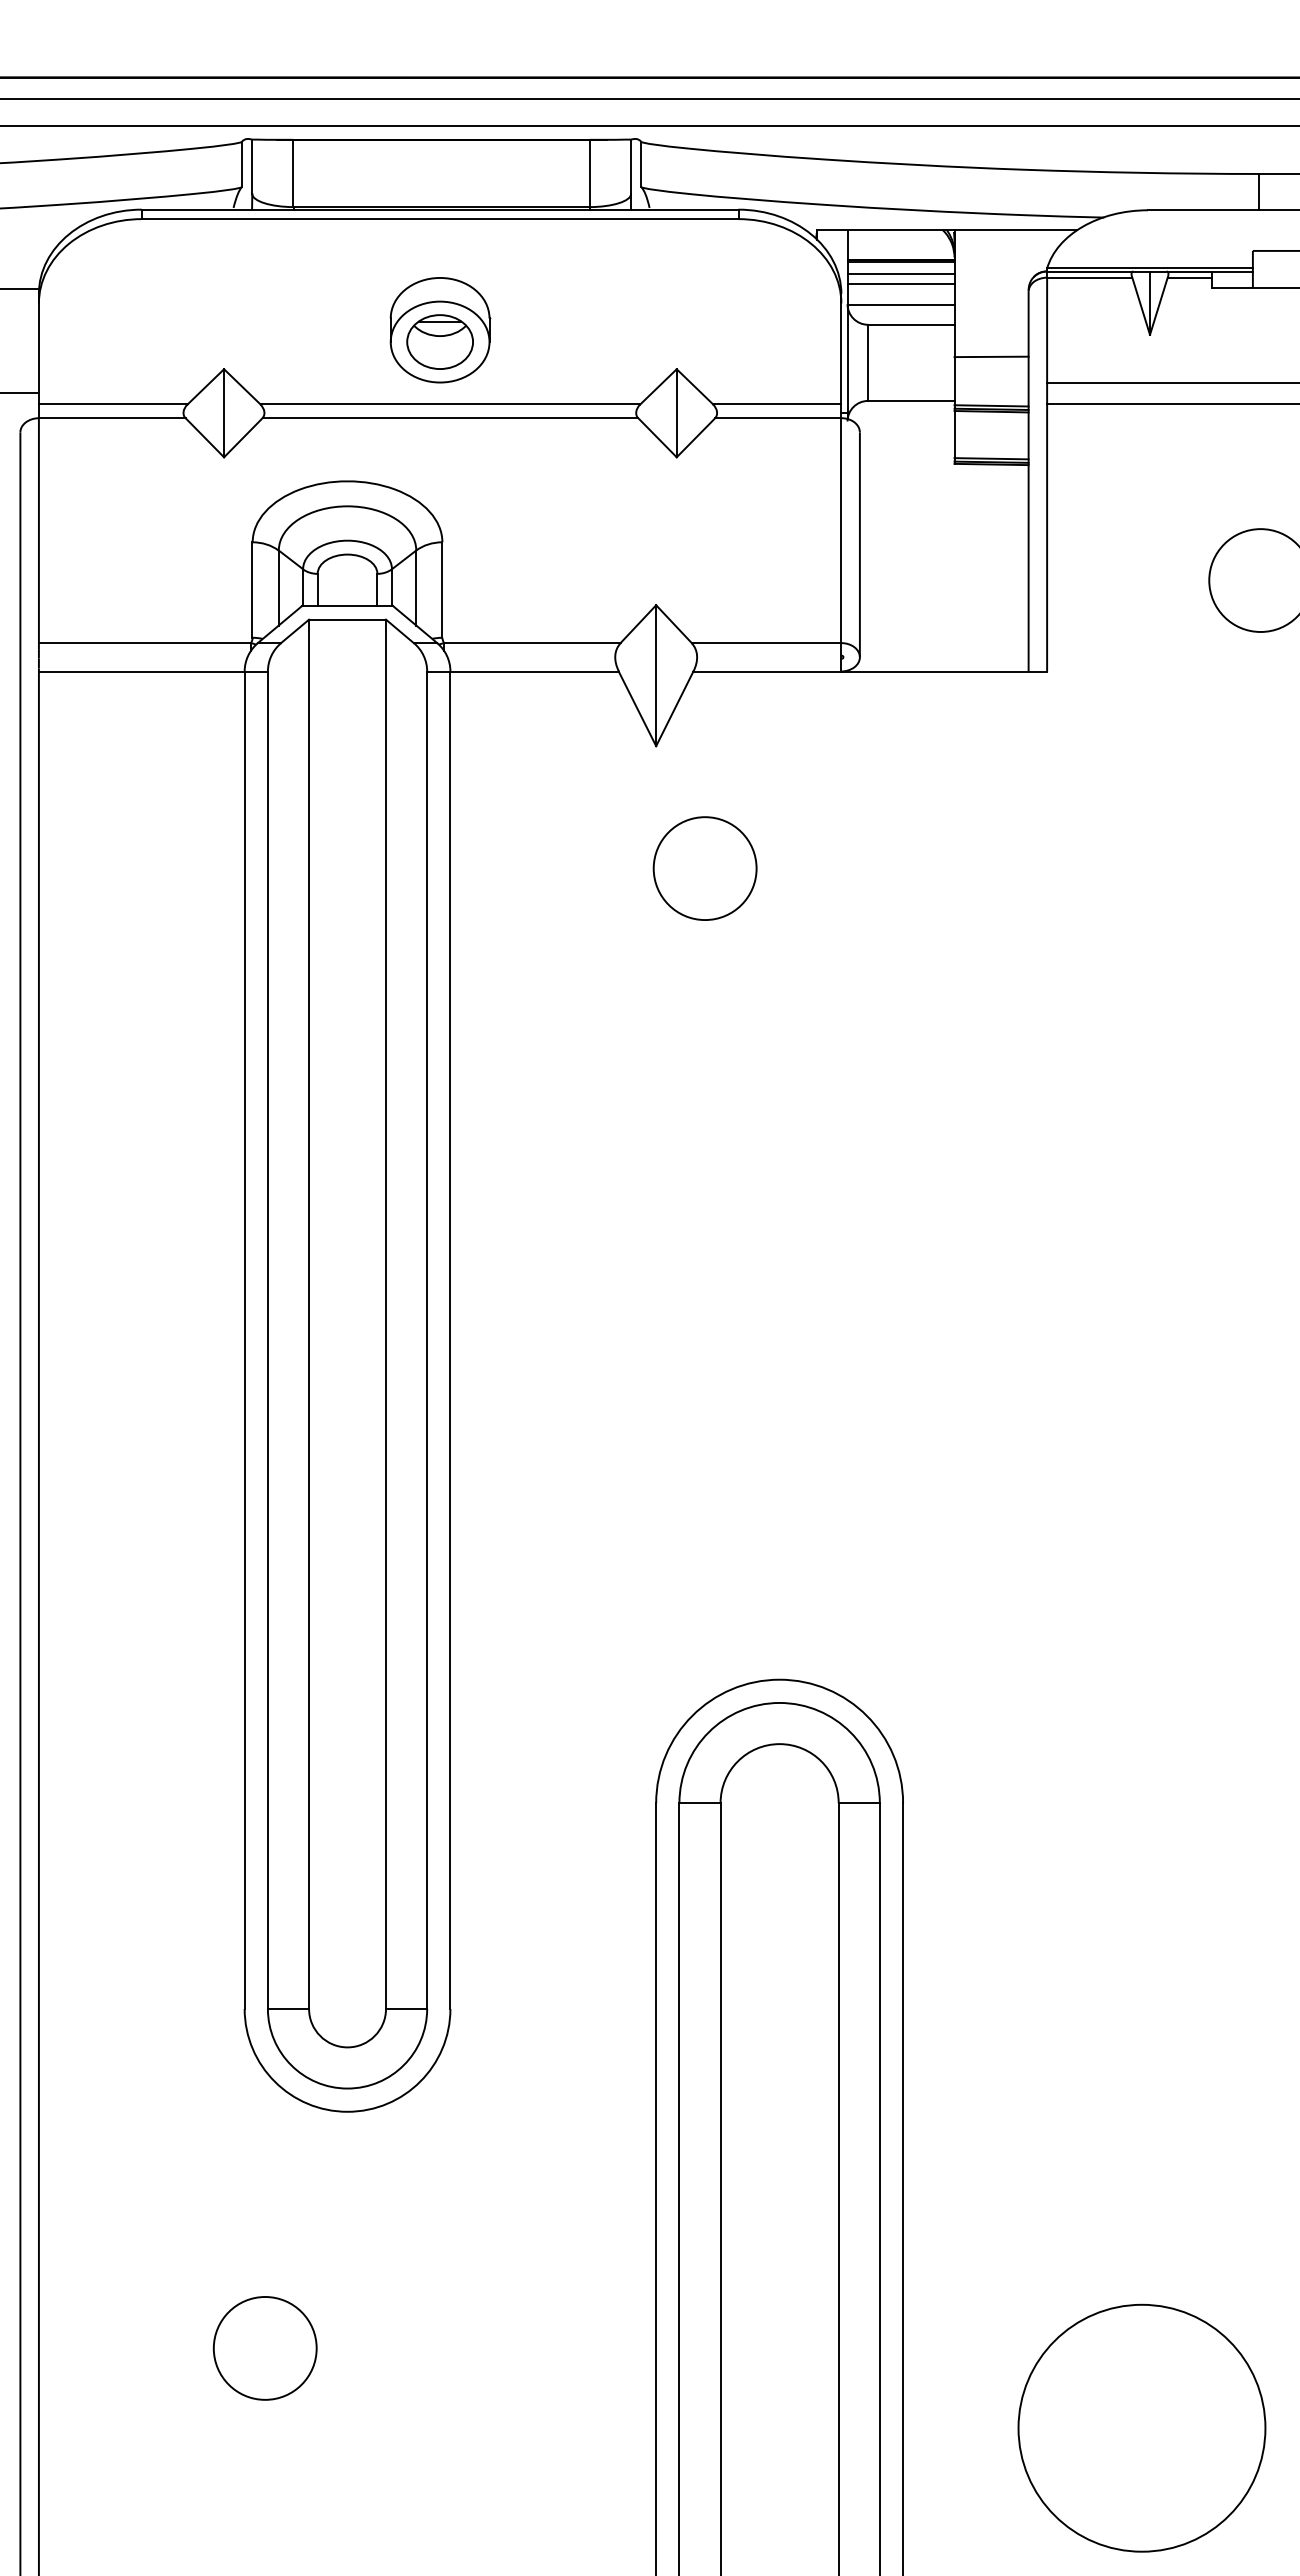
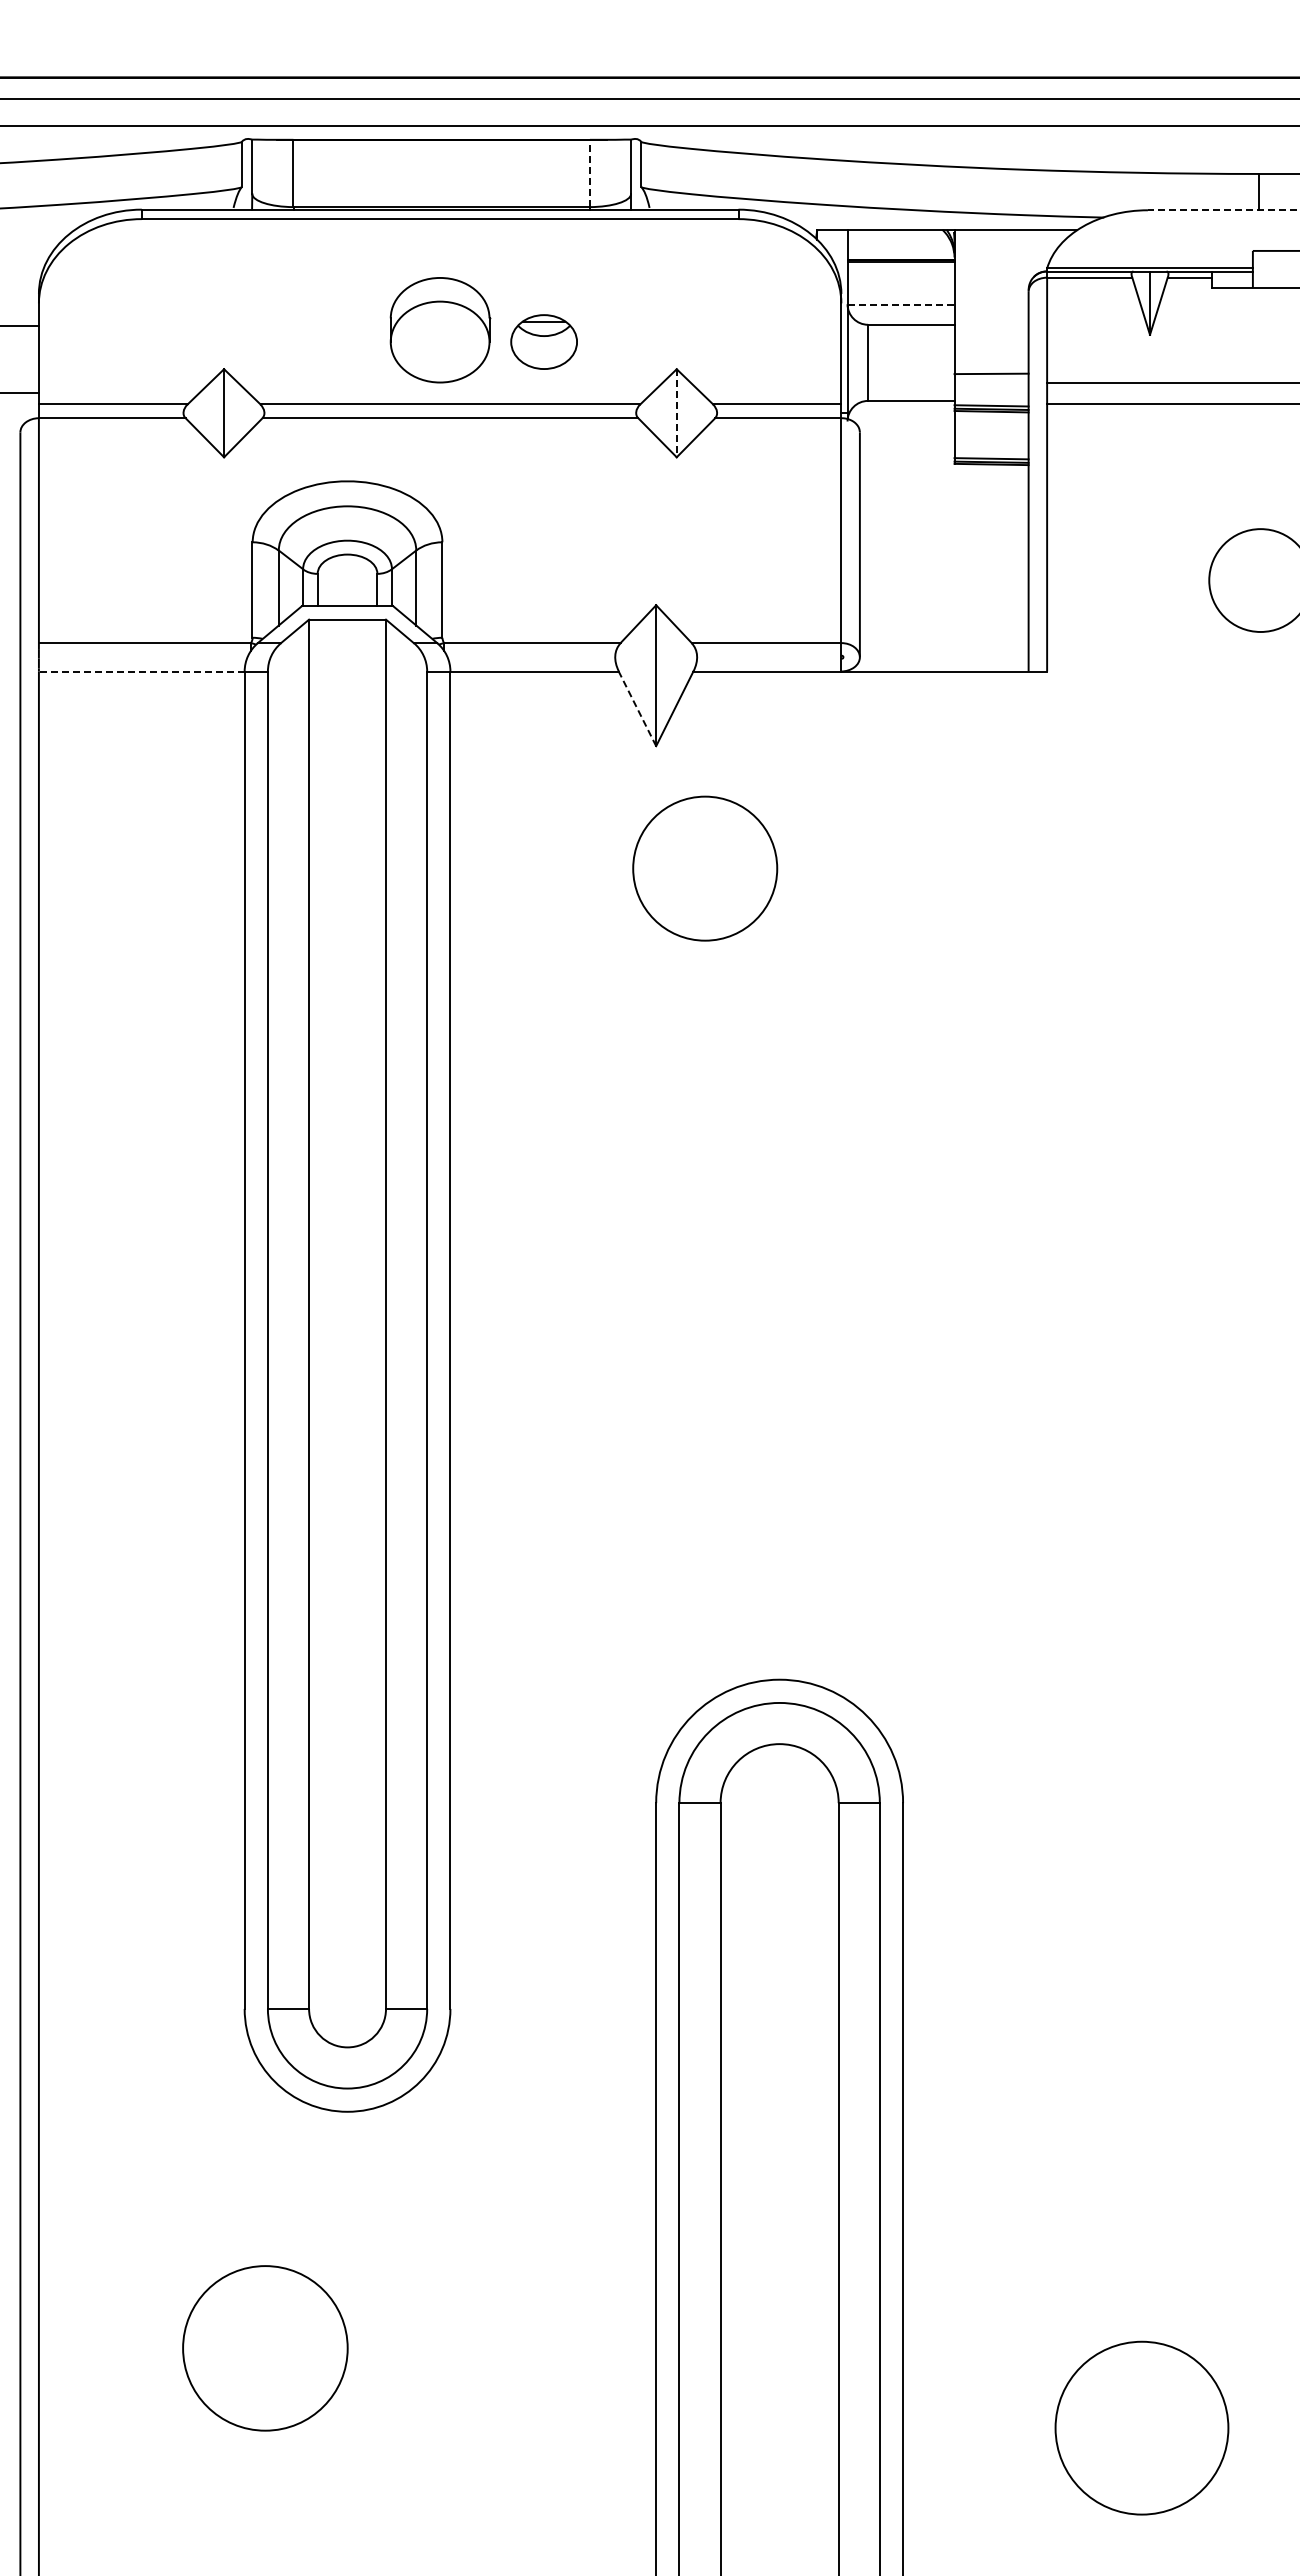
line at (589, 173): solid -> dashed
line at (1223, 210): solid -> dashed
line at (900, 273): present -> none
line at (900, 284): present -> none
line at (20, 289) position: (20, 289) -> (20, 326)
line at (901, 305): solid -> dashed
part at (439, 341) position: (439, 341) -> (543, 341)
line at (991, 356) position: (991, 356) -> (991, 373)
line at (676, 413): solid -> dashed
line at (141, 671): solid -> dashed
line at (637, 708): solid -> dashed
circle at (704, 868) size: 106x105 px -> 147x147 px
circle at (264, 2348) size: 106x105 px -> 167x167 px
circle at (1141, 2427) size: 250x250 px -> 176x176 px
